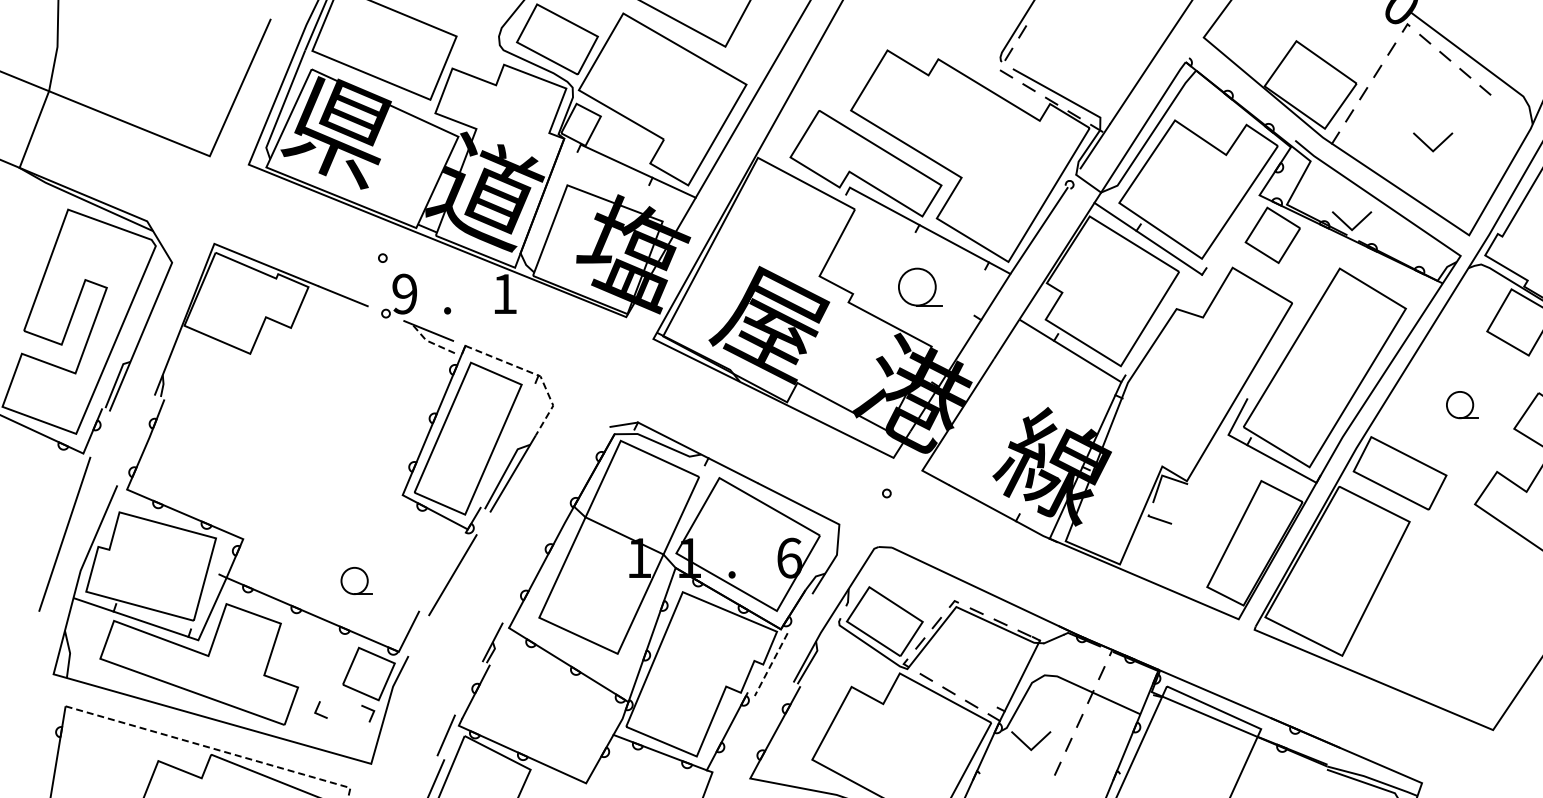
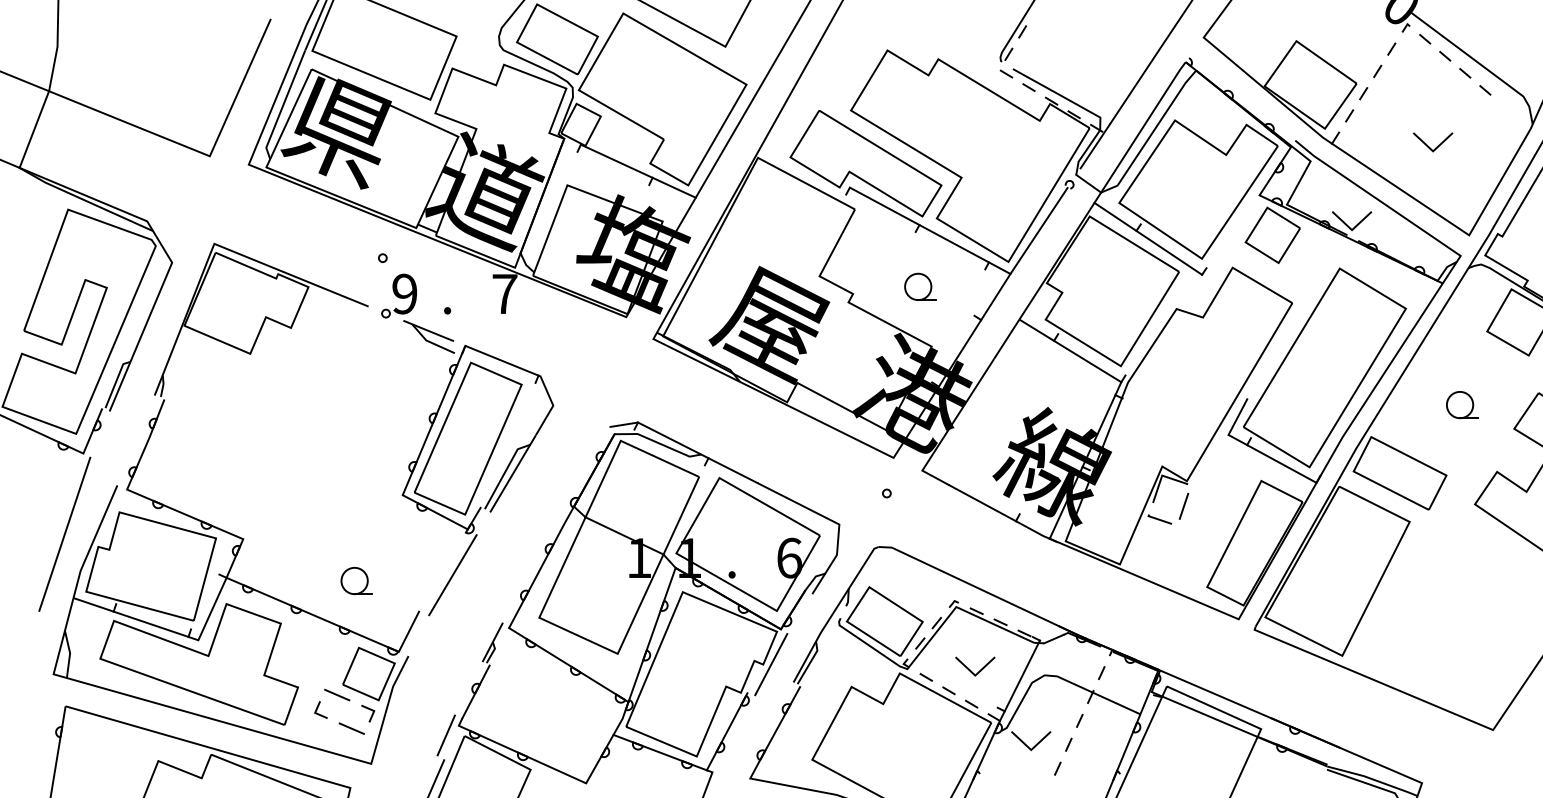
part at (920, 286) size: 45x40 px -> 33x29 px
text at (504, 293): 1 -> 7
line at (429, 342): dashed -> solid
line at (535, 374): dashed -> solid
line at (1183, 505): none -> present
line at (771, 665): dashed -> solid
line at (971, 670): none -> present
line at (337, 694): none -> present
line at (351, 728): none -> present
line at (213, 748): dashed -> solid
